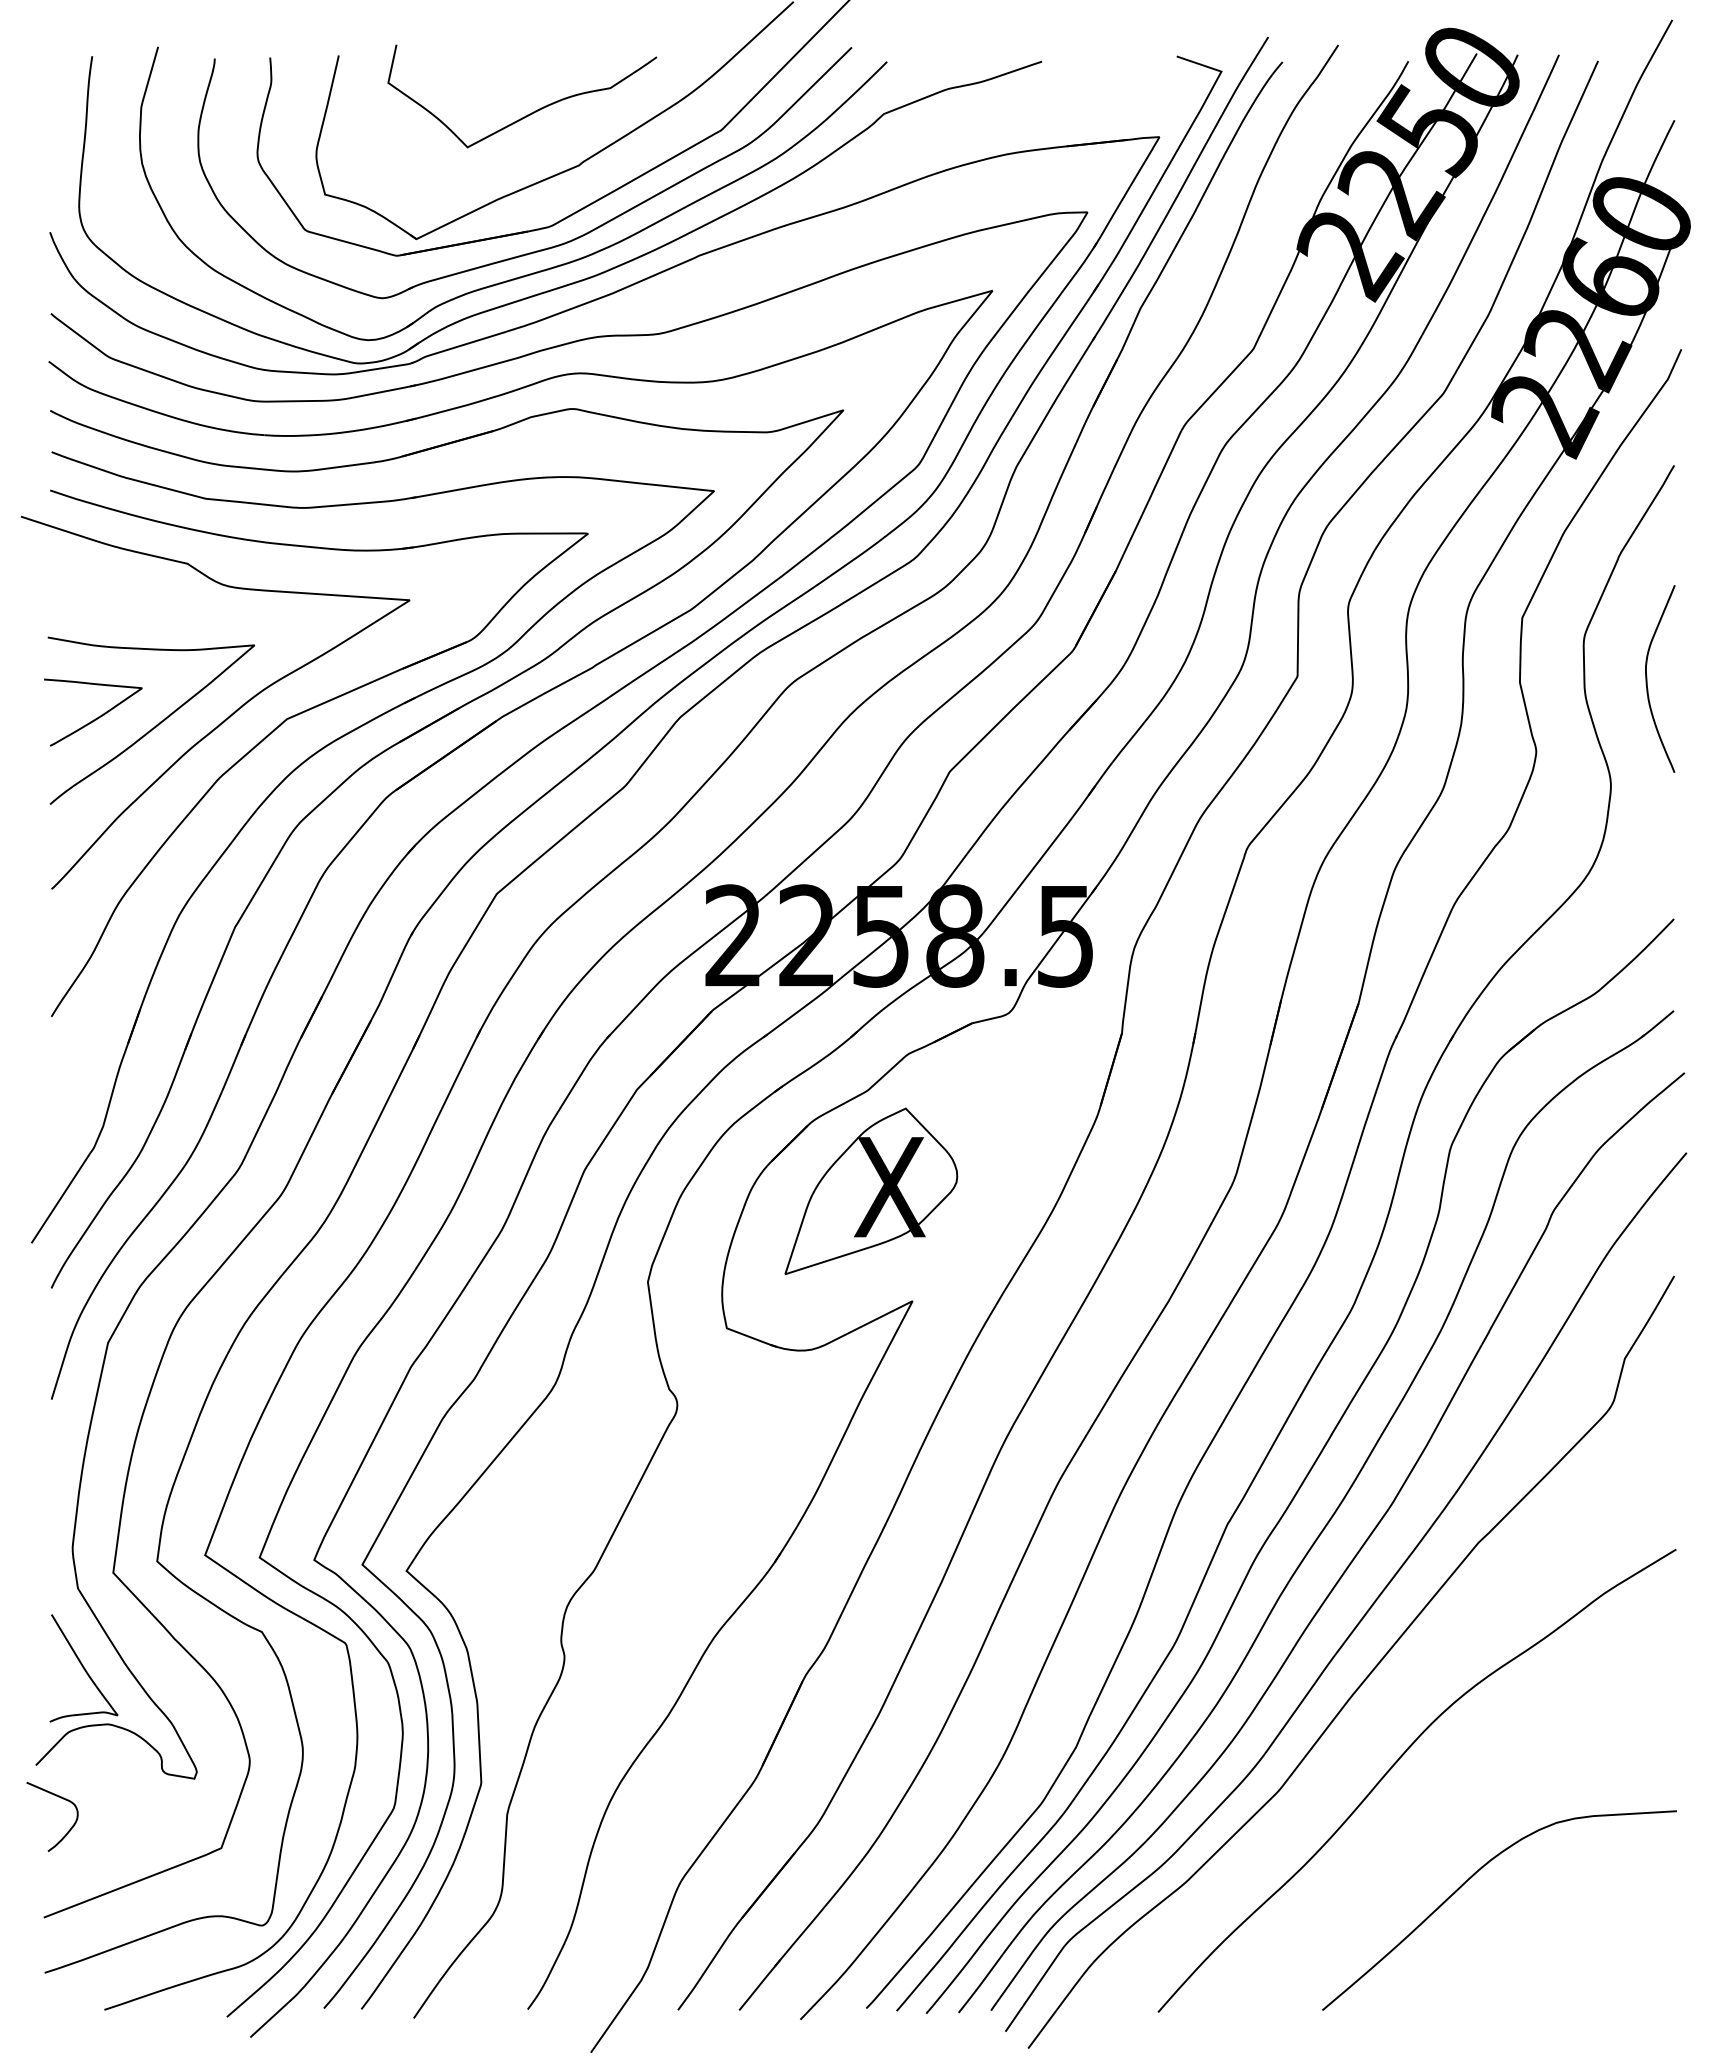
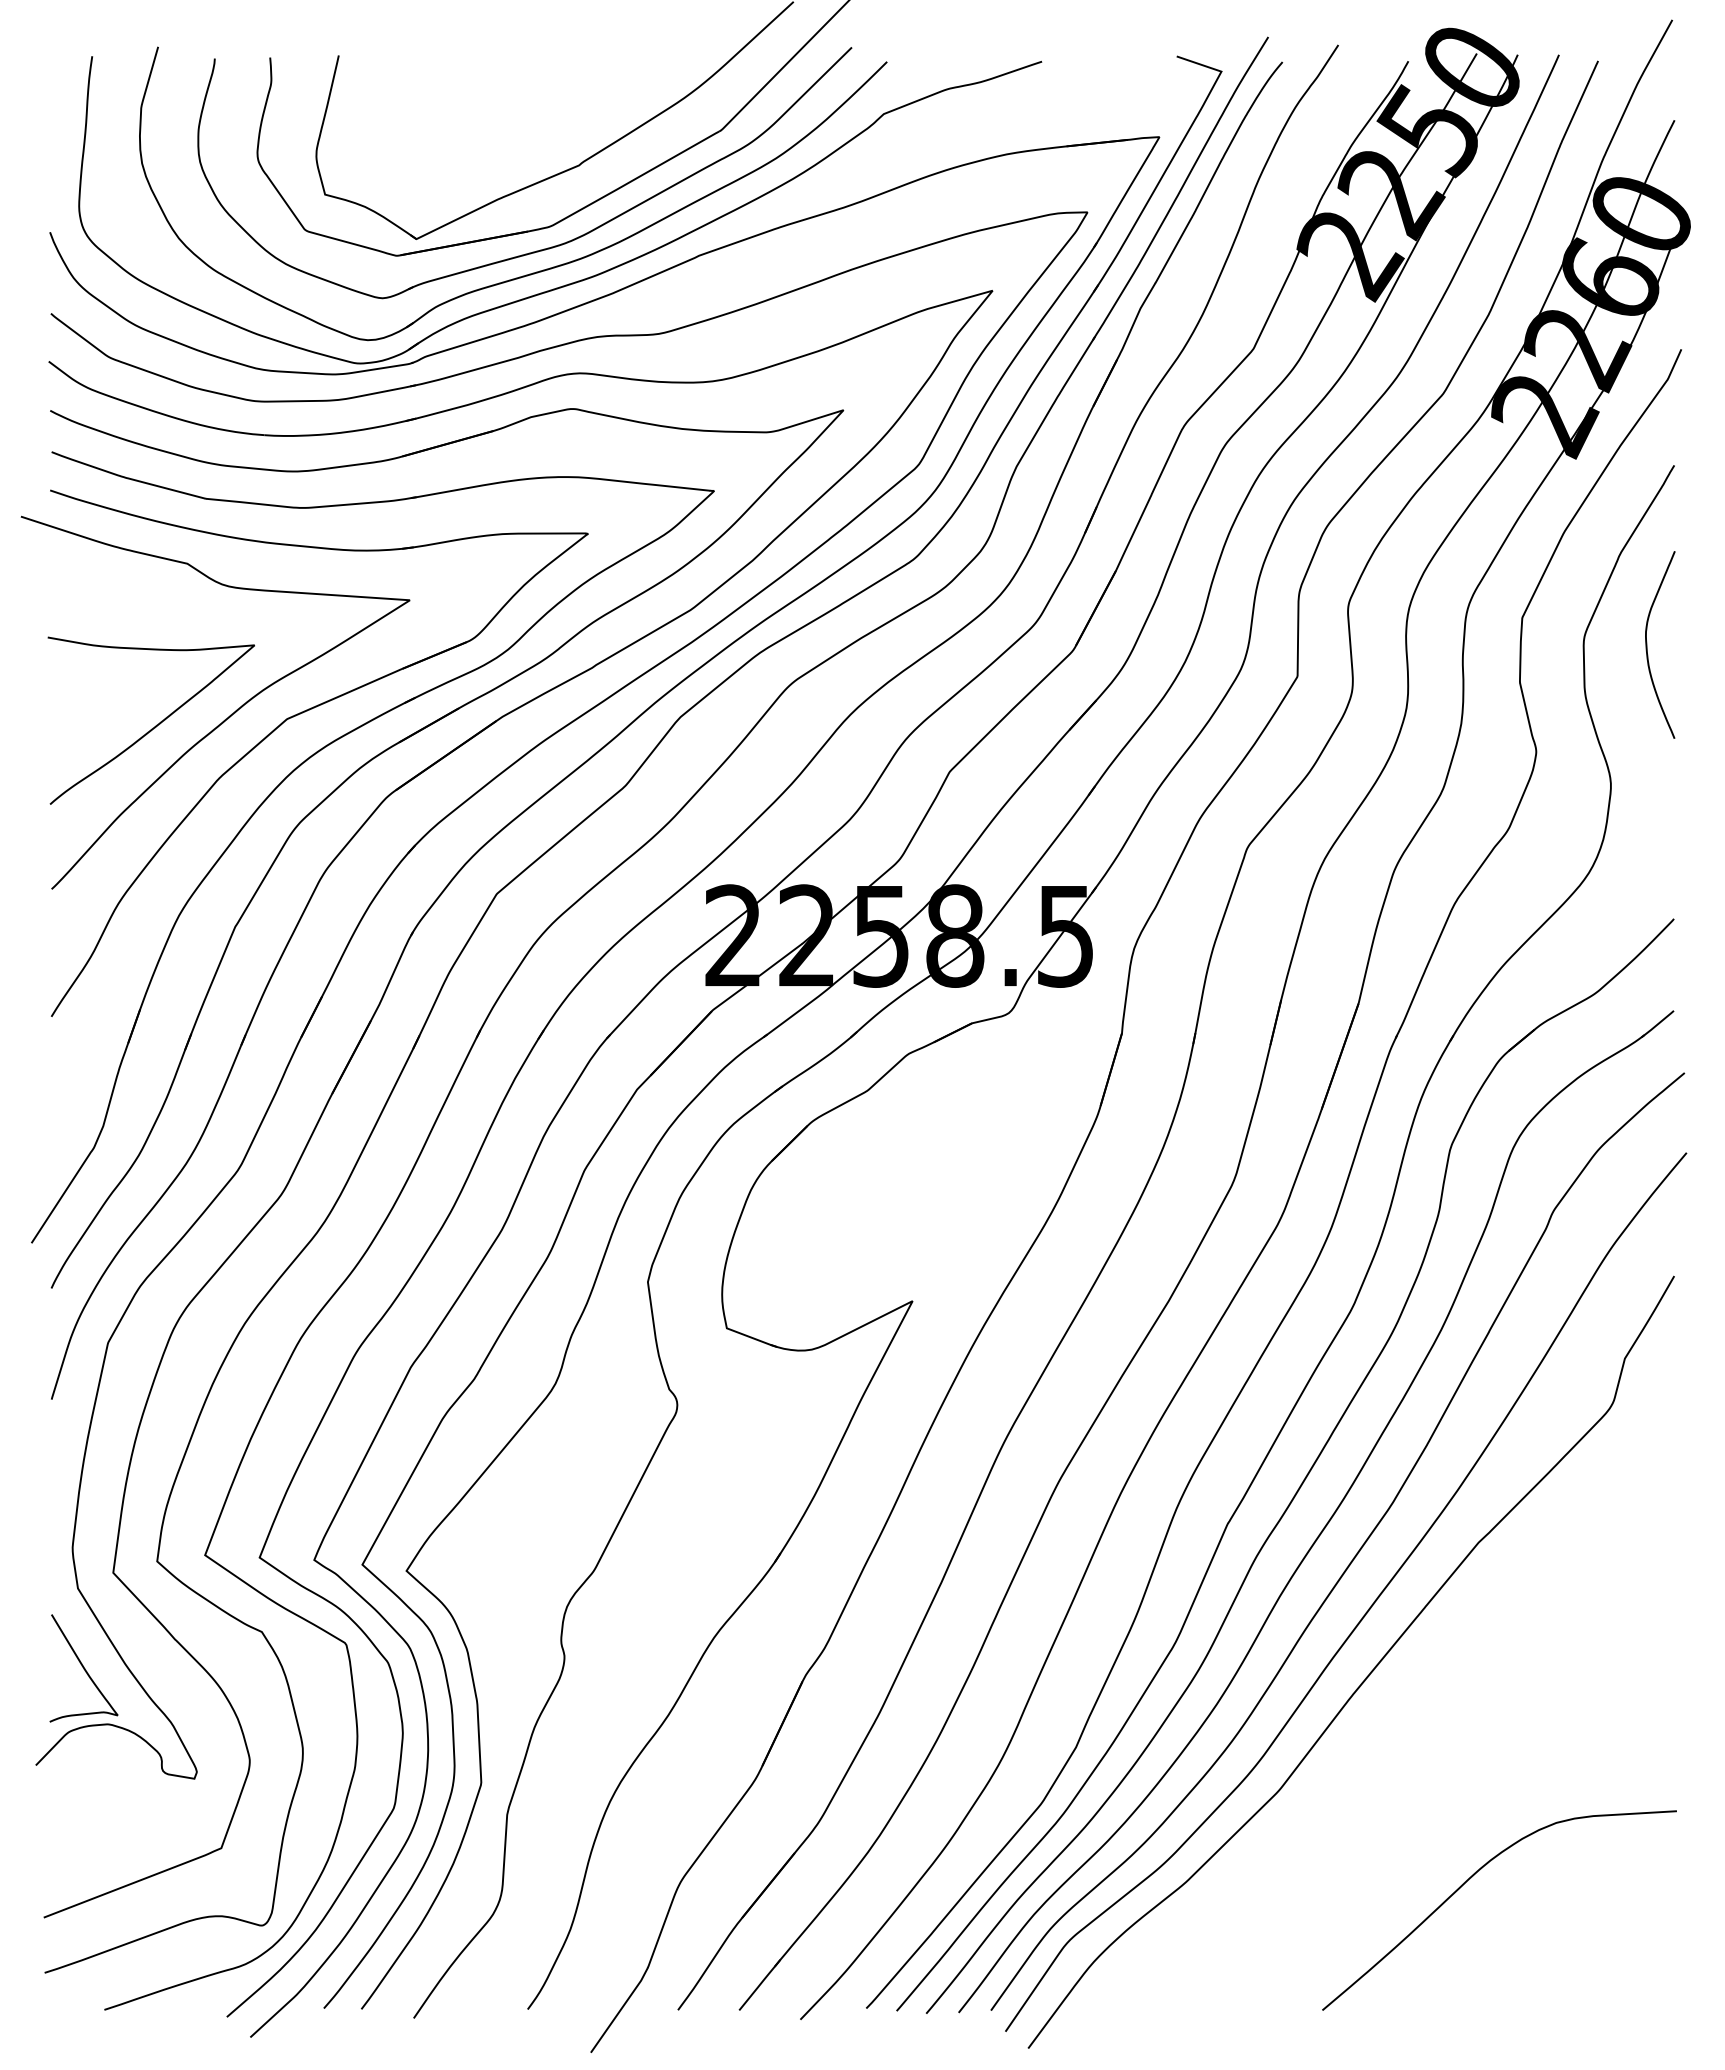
curve at (531, 112): present -> none
curve at (1647, 678) position: (1647, 678) -> (1647, 644)
curve at (95, 718): present -> none
part at (871, 1190): present -> none
curve at (1398, 1761): present -> none
curve at (60, 1798): present -> none
